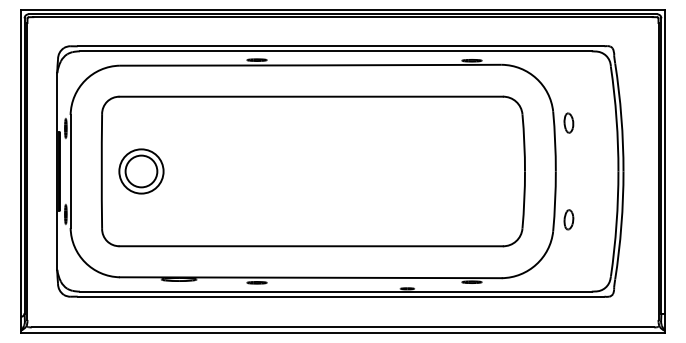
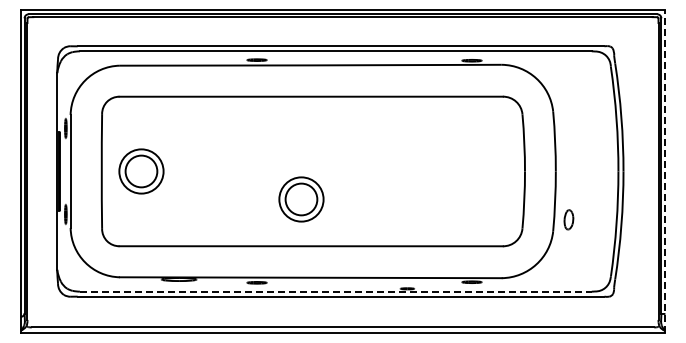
part at (568, 122): present -> none
line at (665, 171): solid -> dashed
part at (301, 199): none -> present
line at (335, 291): solid -> dashed
